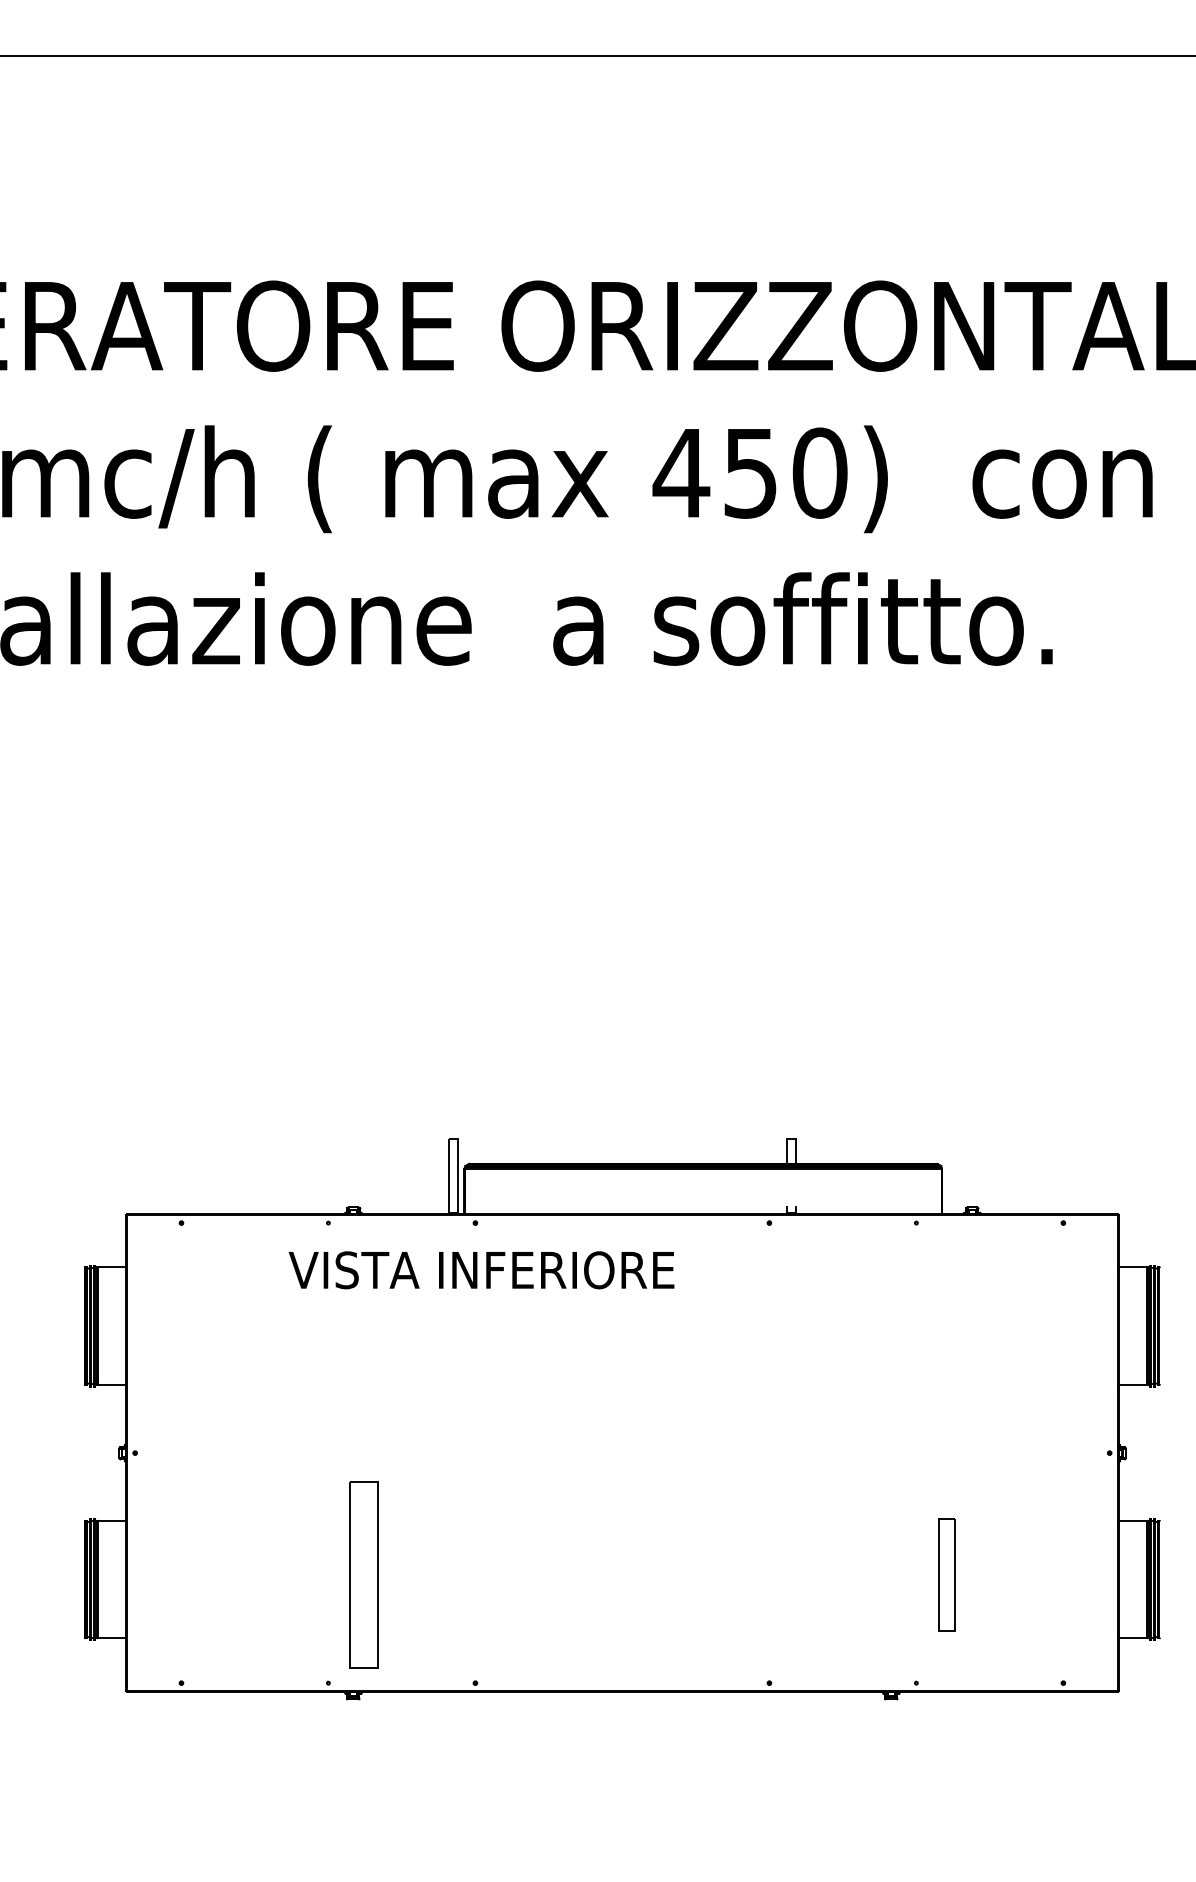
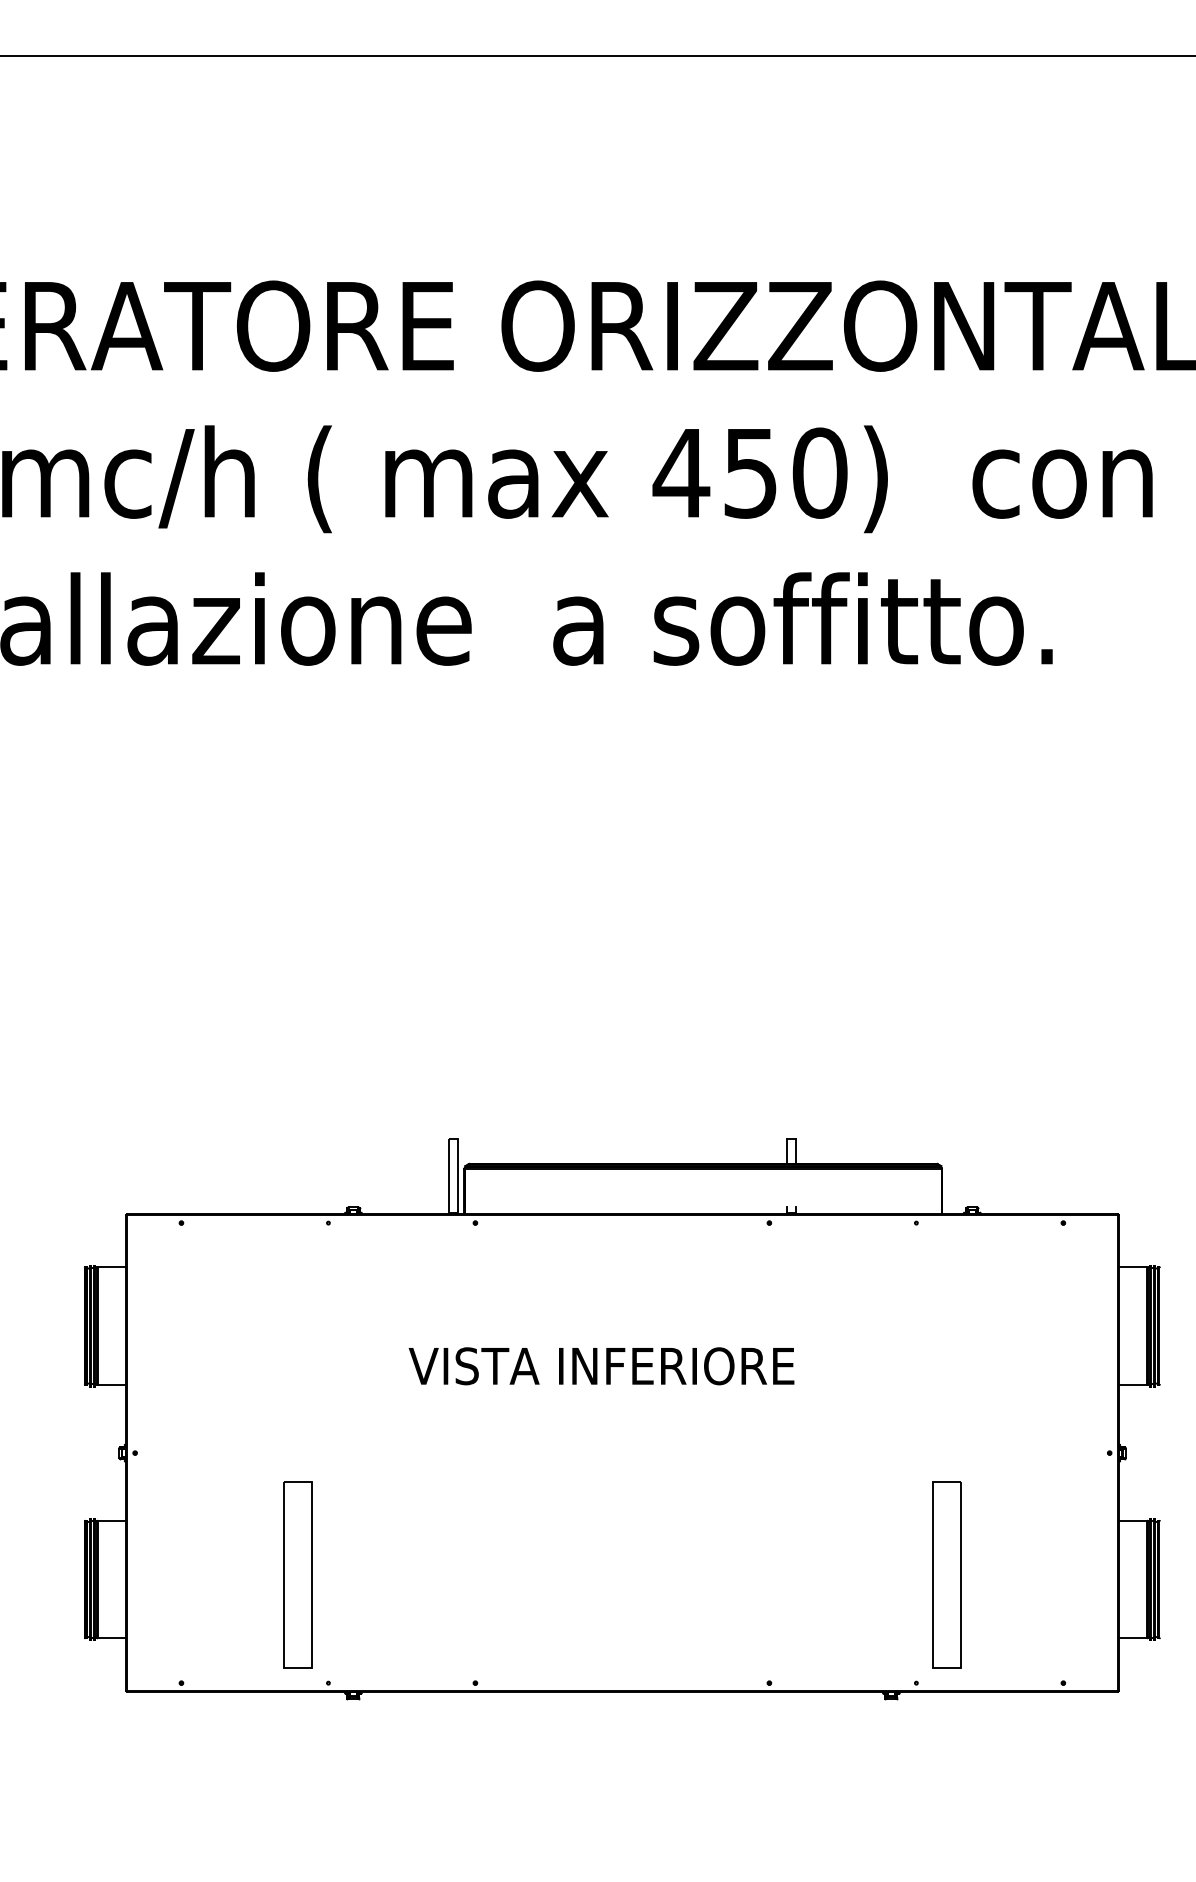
text at (481, 1270) position: (481, 1270) -> (601, 1366)
part at (363, 1574) position: (363, 1574) -> (297, 1574)
part at (946, 1574) size: 18x114 px -> 30x188 px
